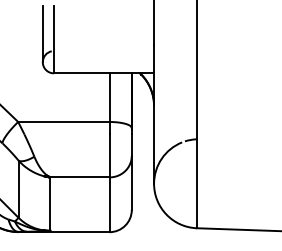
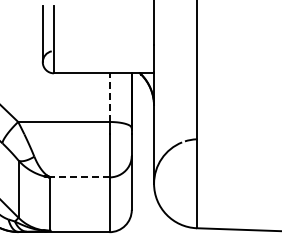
line at (109, 97): solid -> dashed
line at (79, 177): solid -> dashed
